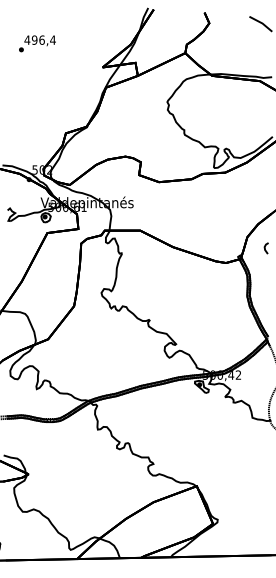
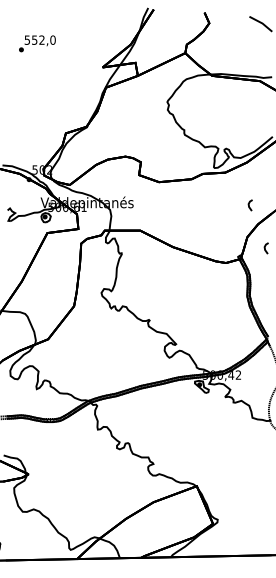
text at (39, 39): 496,4 -> 552,0
line at (249, 205): none -> present
